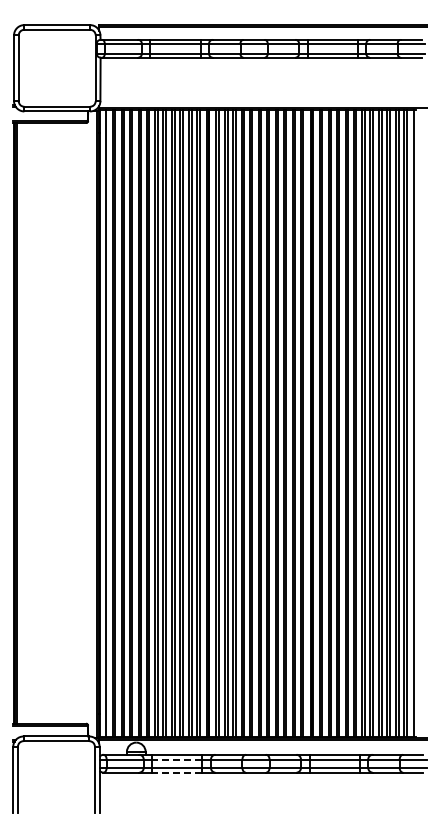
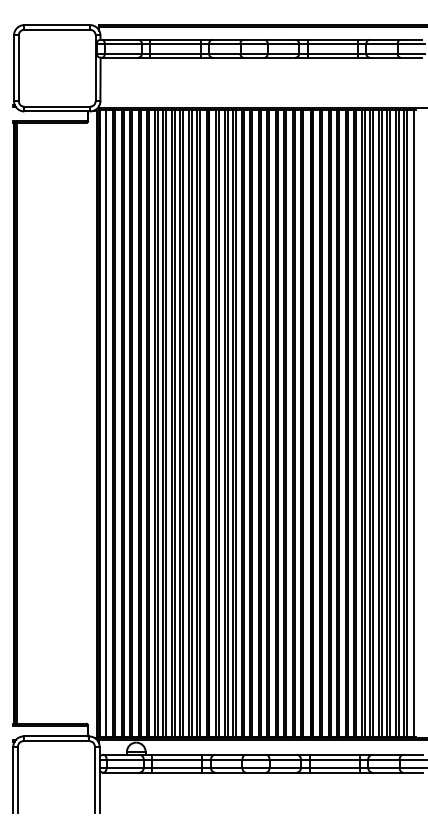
line at (176, 759): dashed -> solid
line at (176, 772): dashed -> solid
